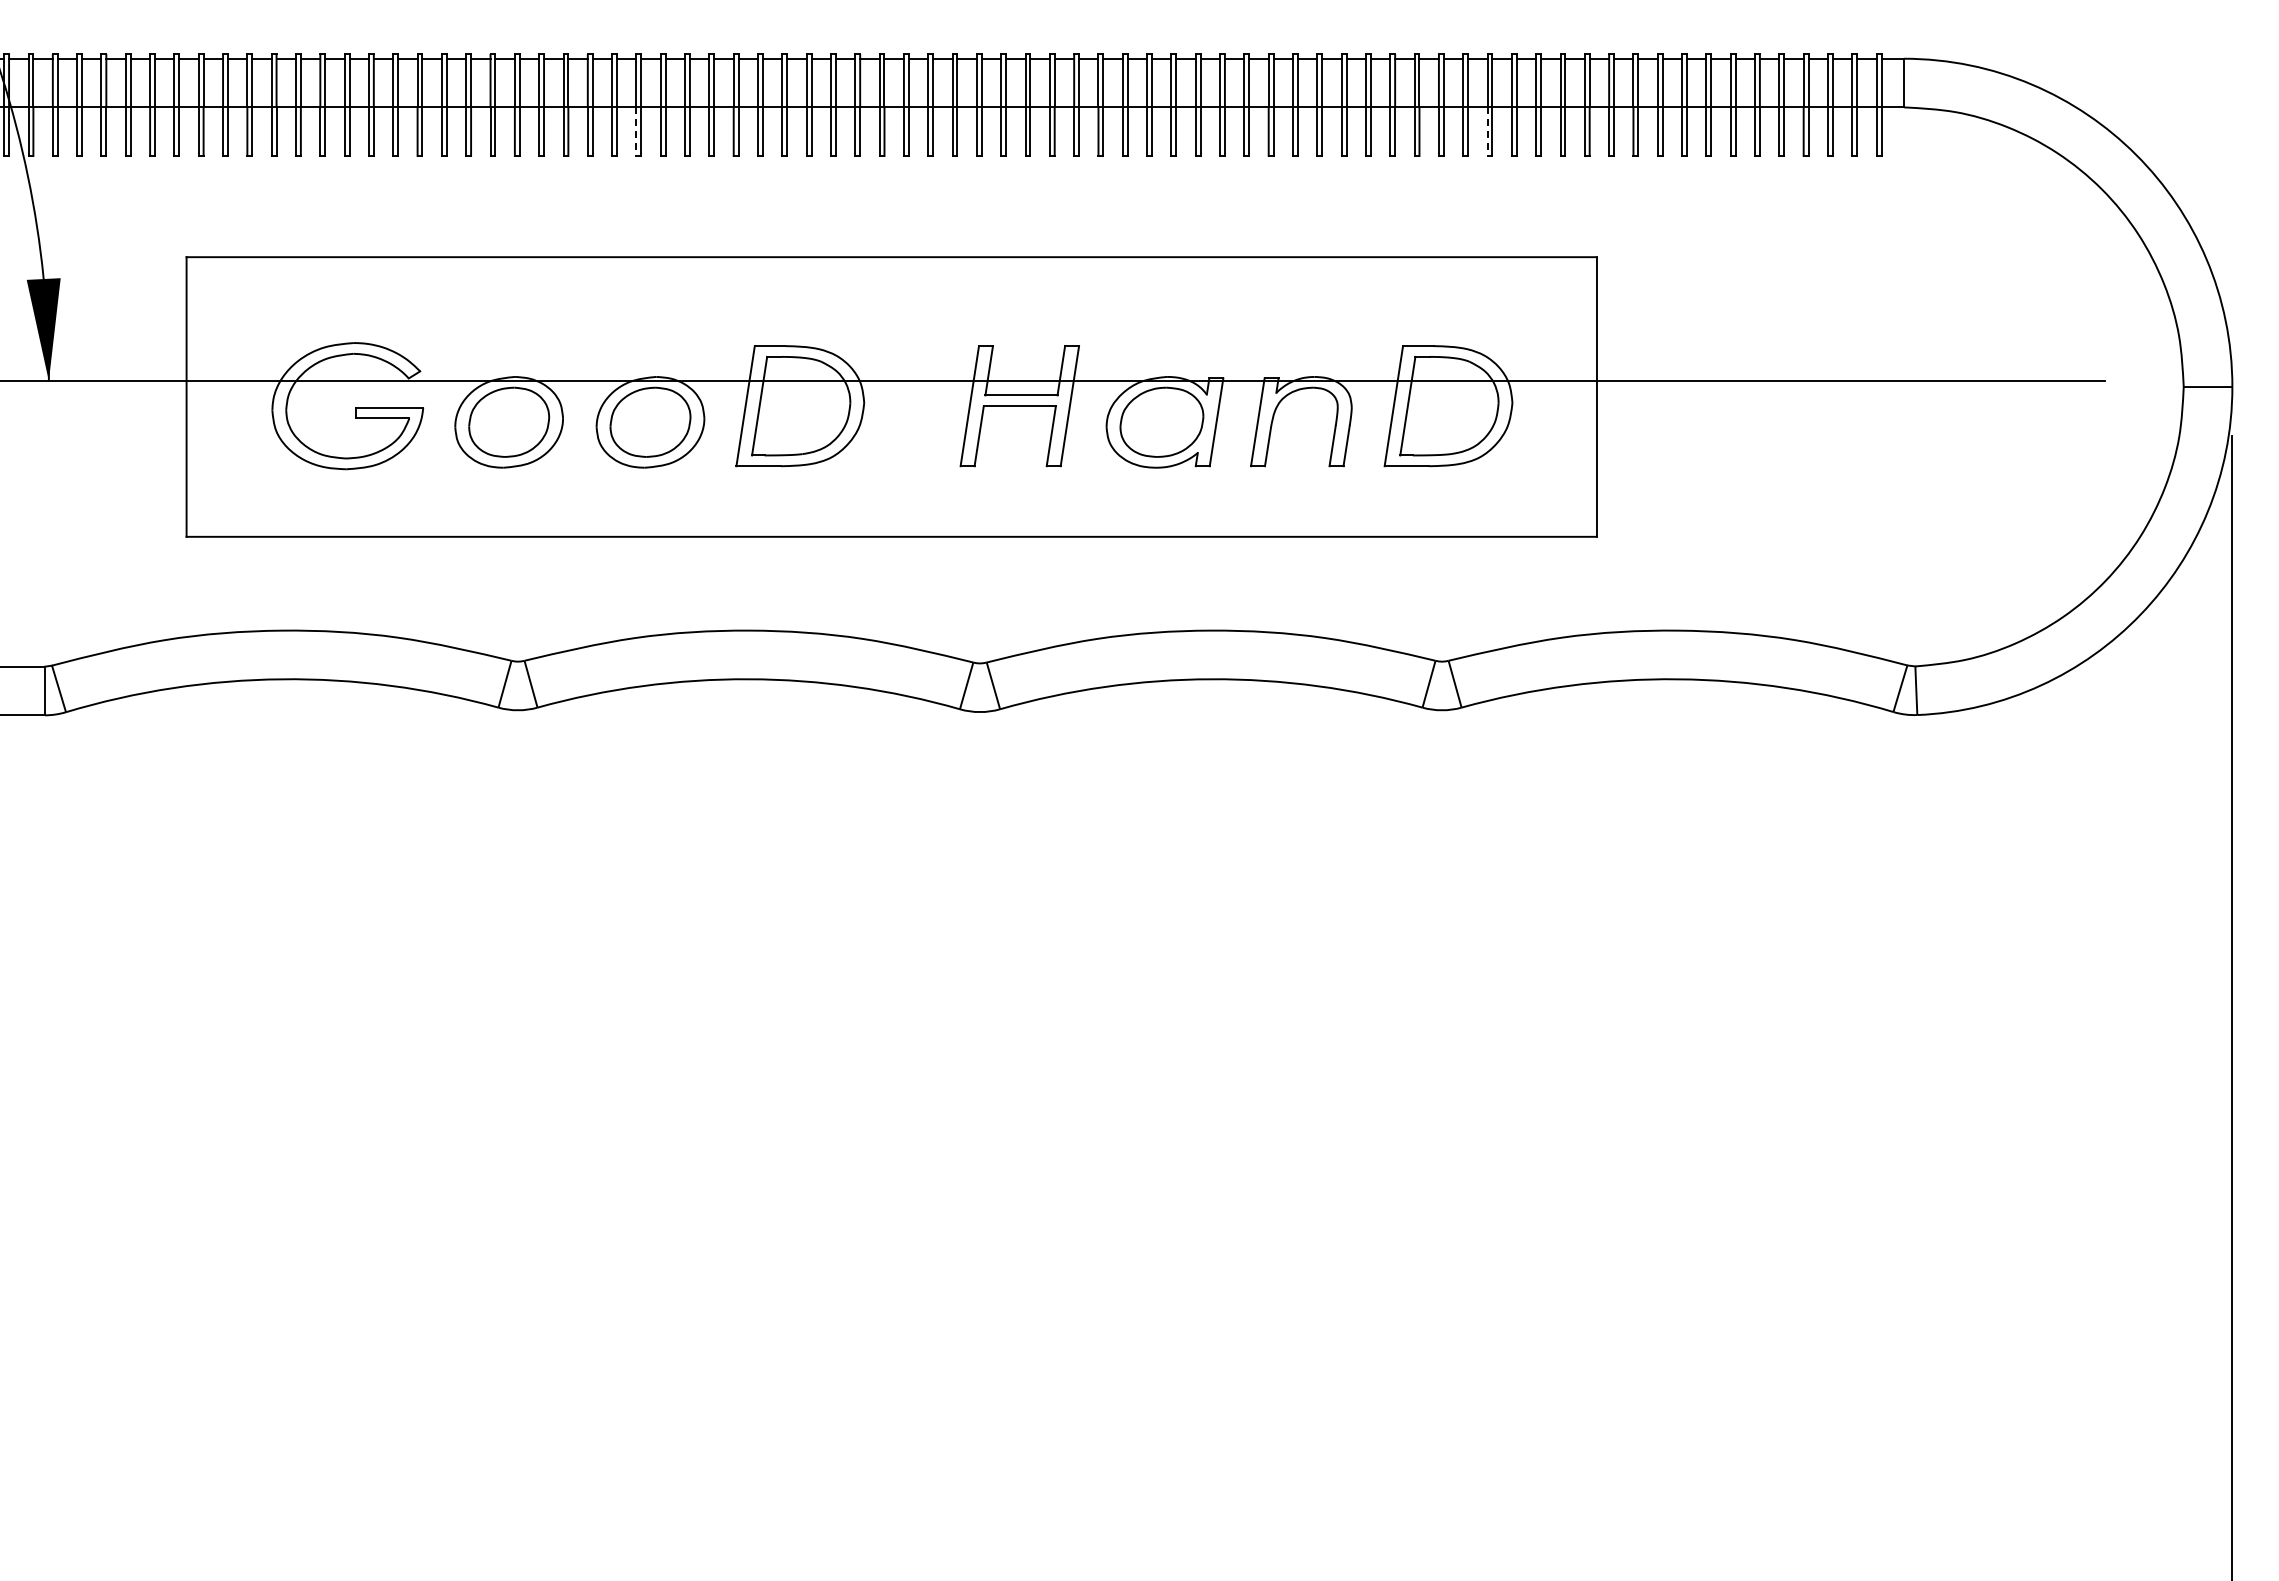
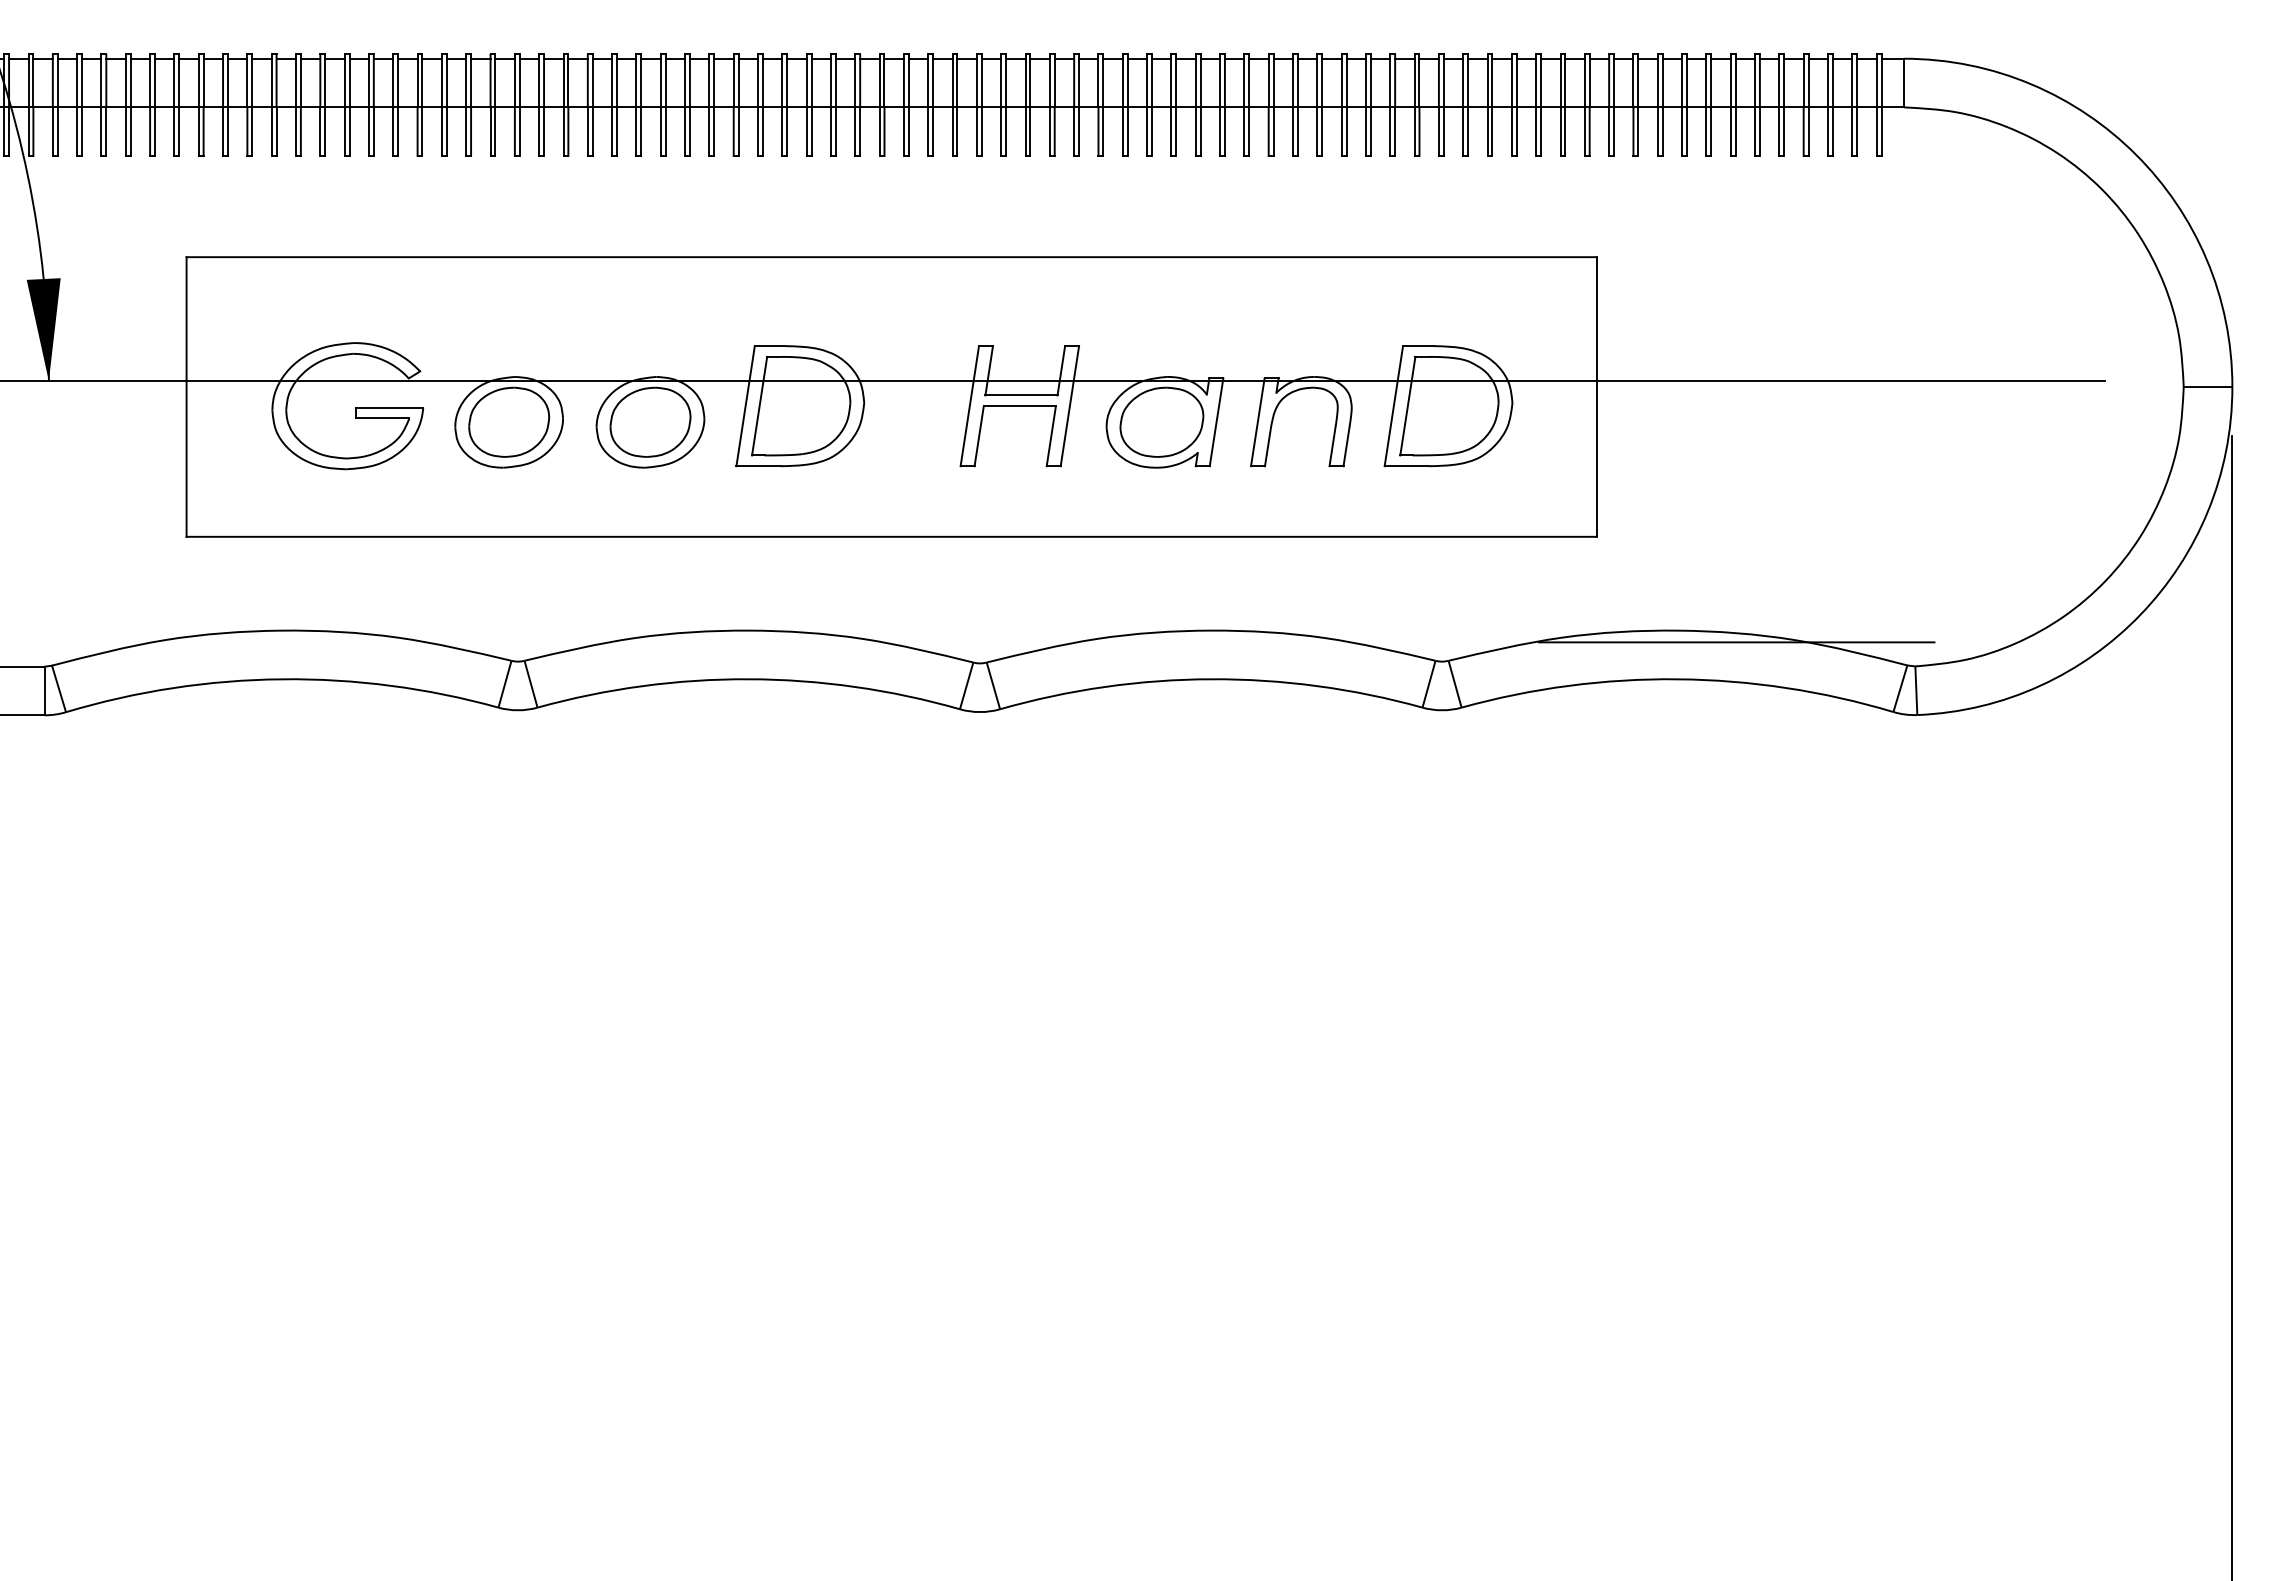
line at (636, 132): dashed -> solid
line at (1487, 132): dashed -> solid
line at (1736, 642): none -> present
